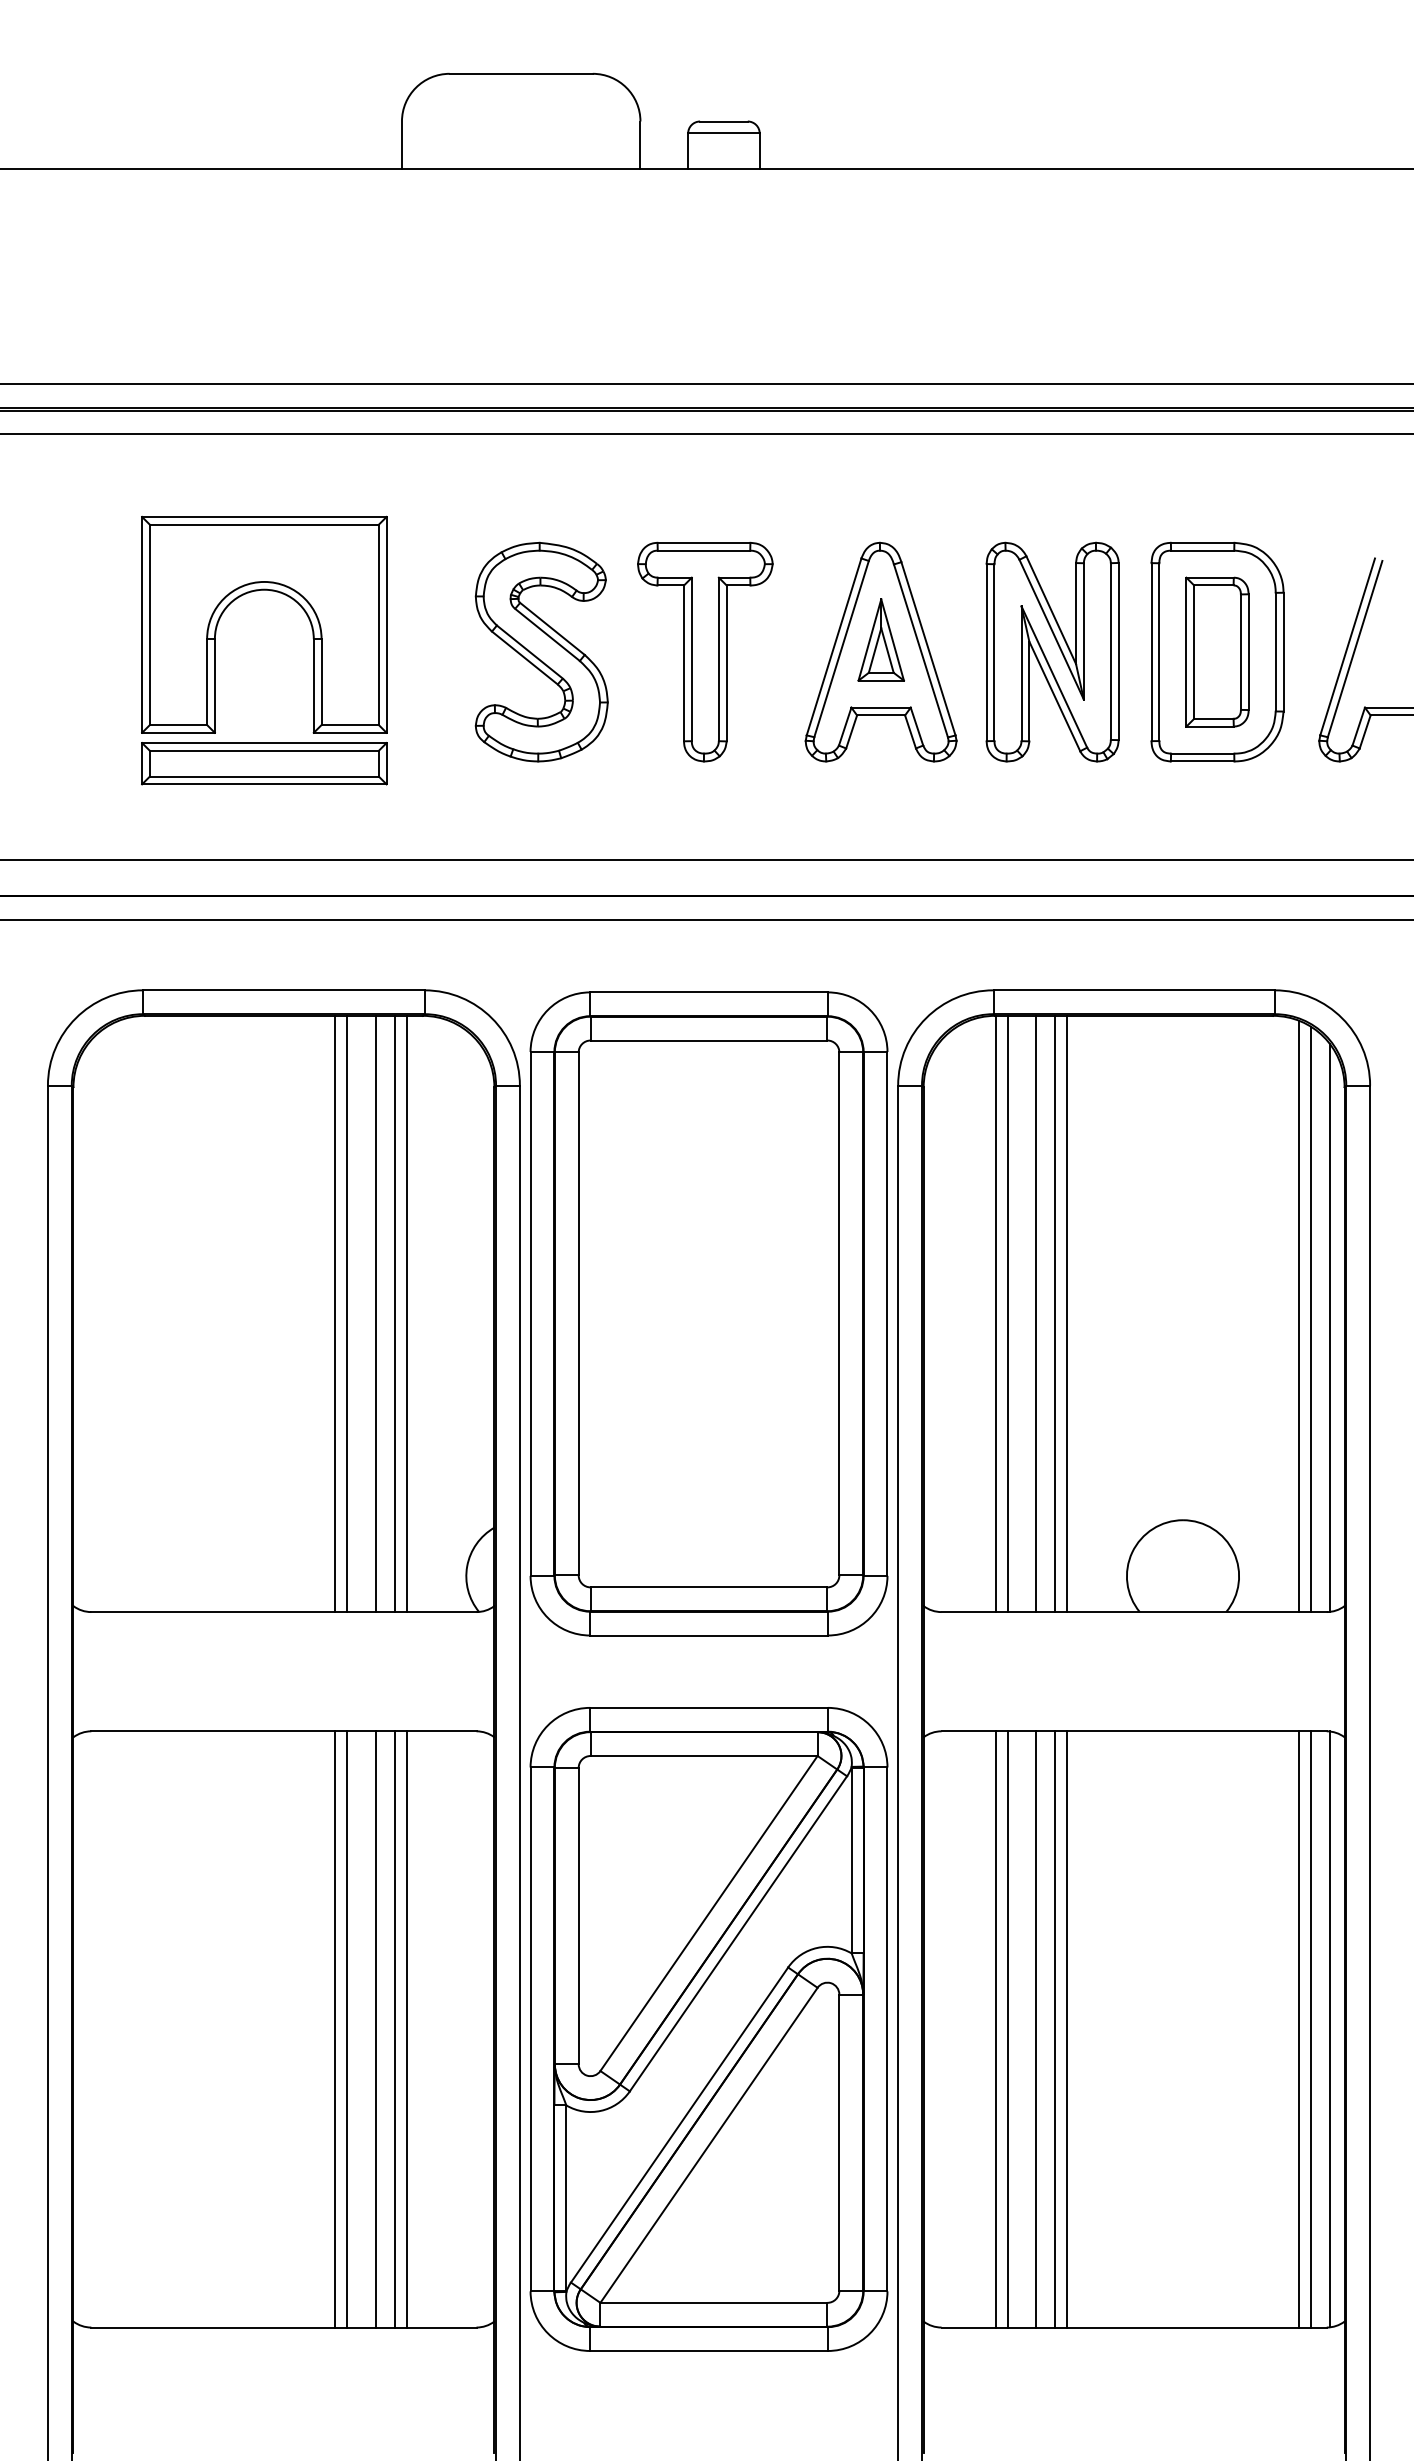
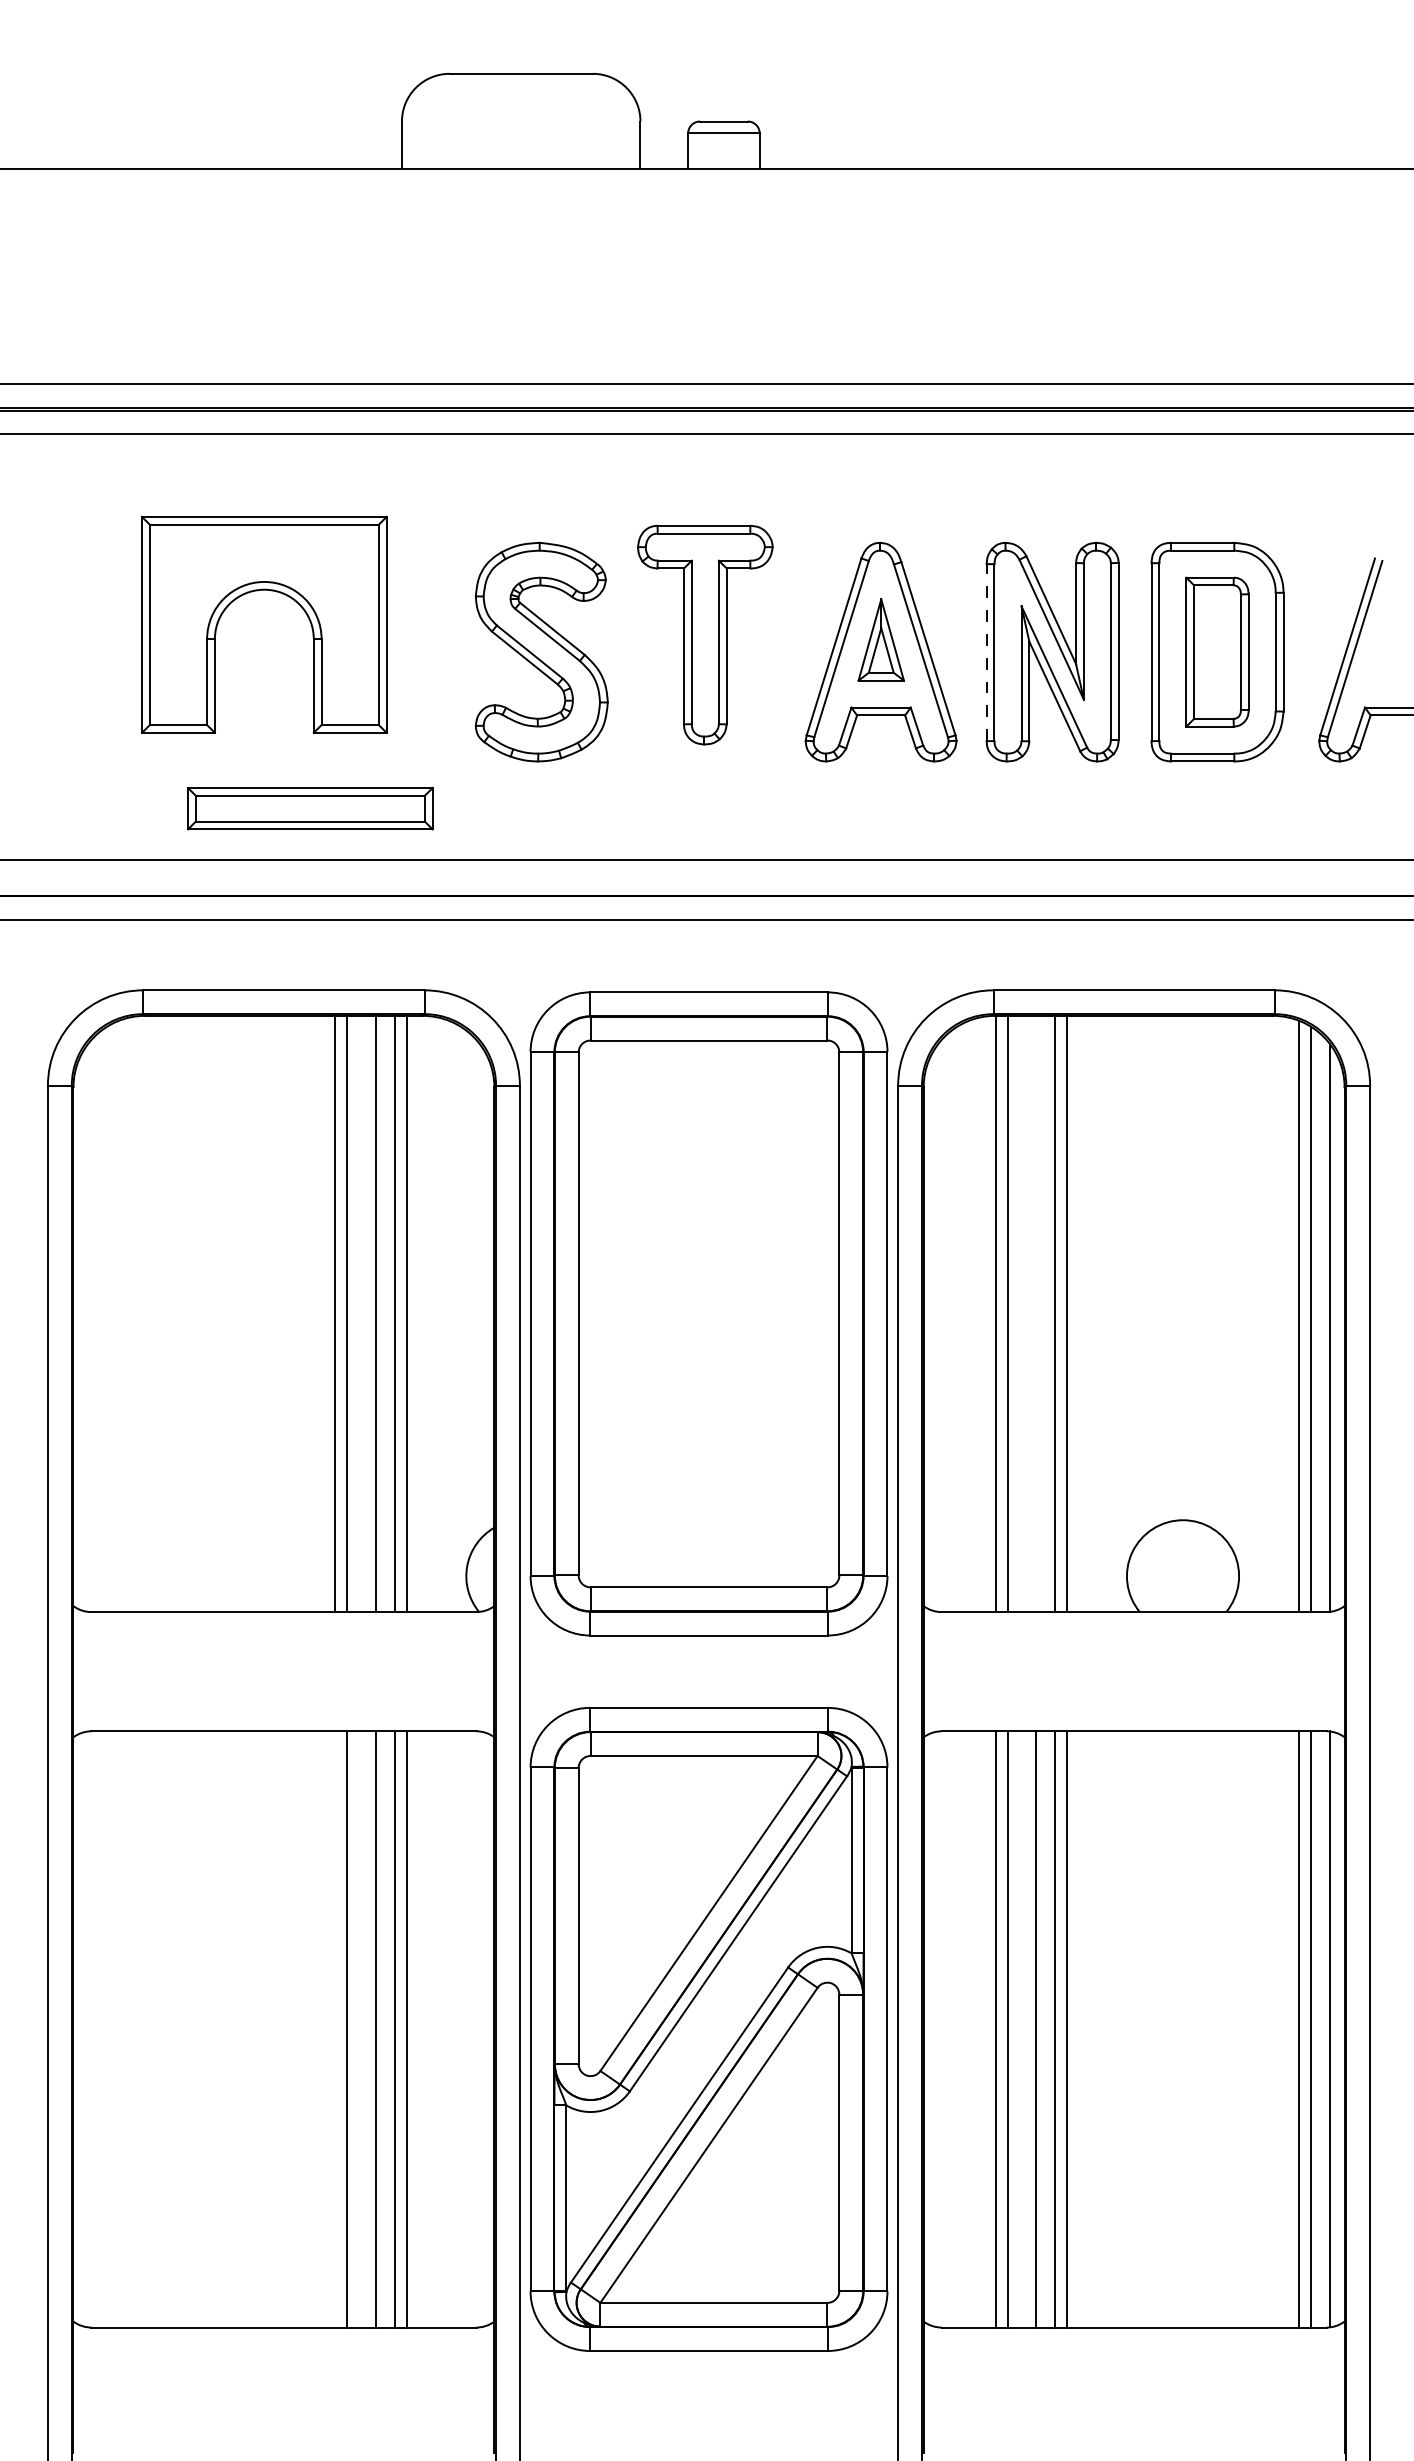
part at (705, 651) position: (705, 651) -> (705, 634)
line at (986, 652): solid -> dashed
part at (264, 763) position: (264, 763) -> (310, 808)
line at (1036, 1313): present -> none
line at (335, 2029): present -> none
